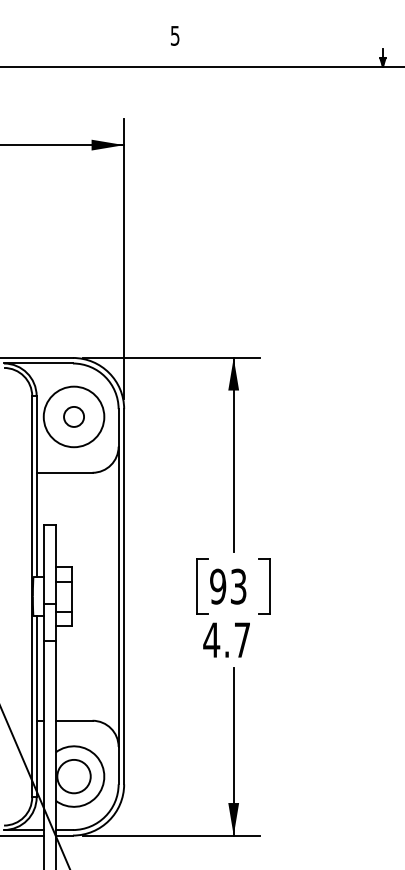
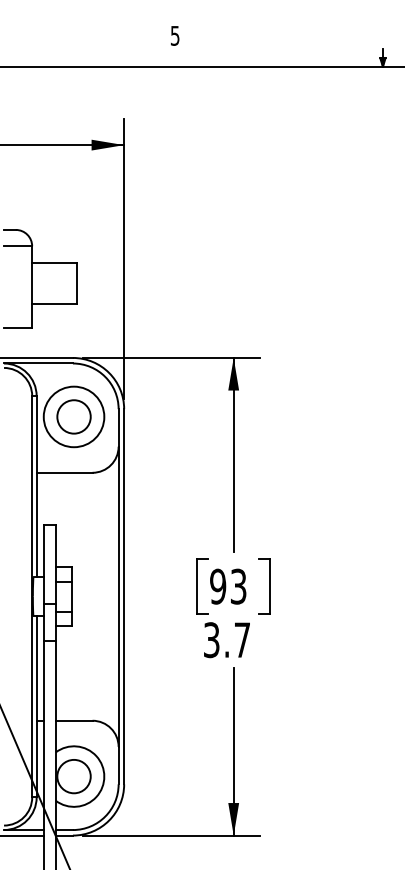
part at (40, 278): none -> present
circle at (74, 416) diameter: 20 px -> 33 px
text at (211, 640): 4.7 -> 3.7
